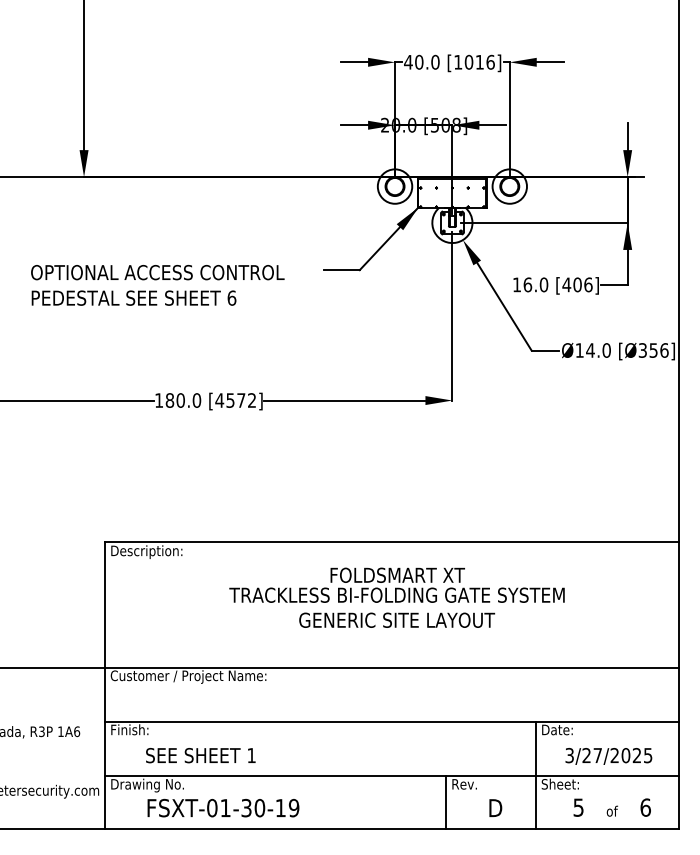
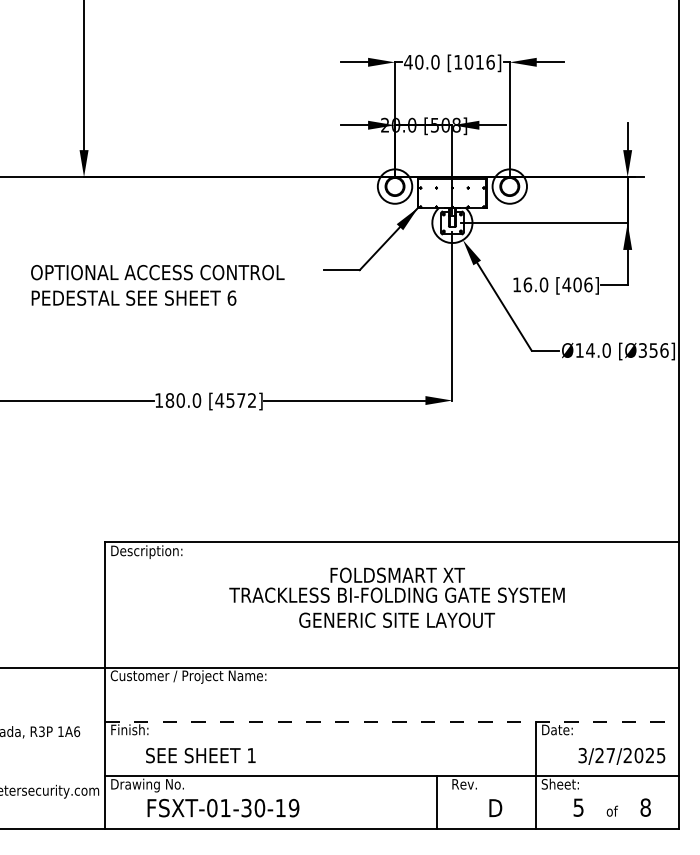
line at (392, 721): solid -> dashed
text at (608, 756) position: (608, 756) -> (621, 756)
line at (446, 802) position: (446, 802) -> (437, 802)
text at (645, 807): 6 -> 8
